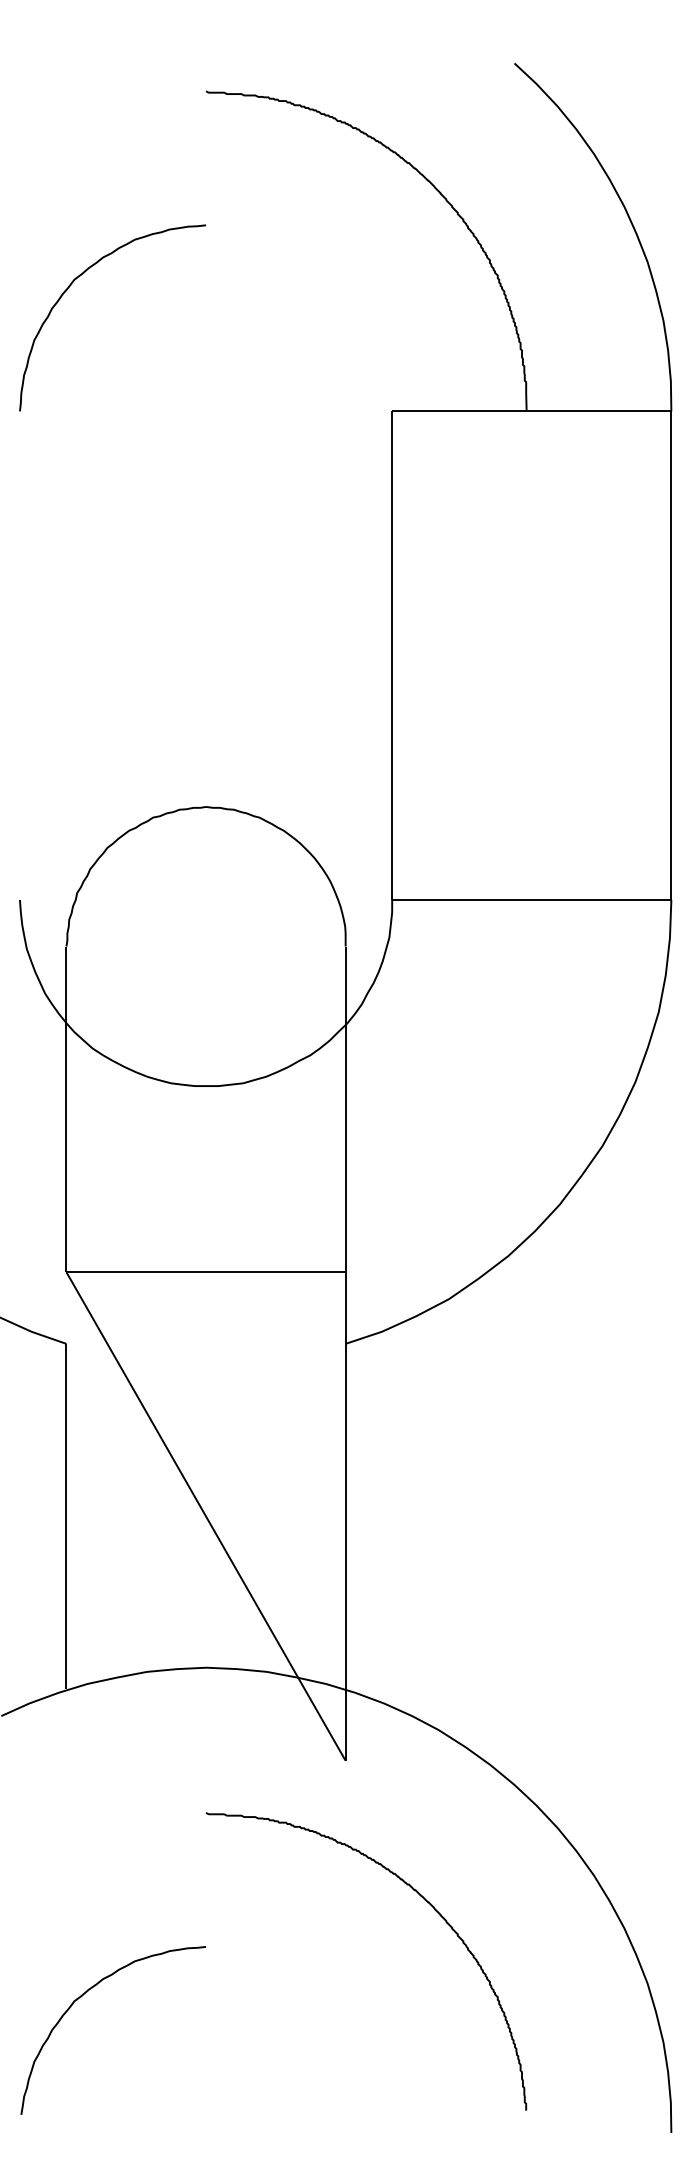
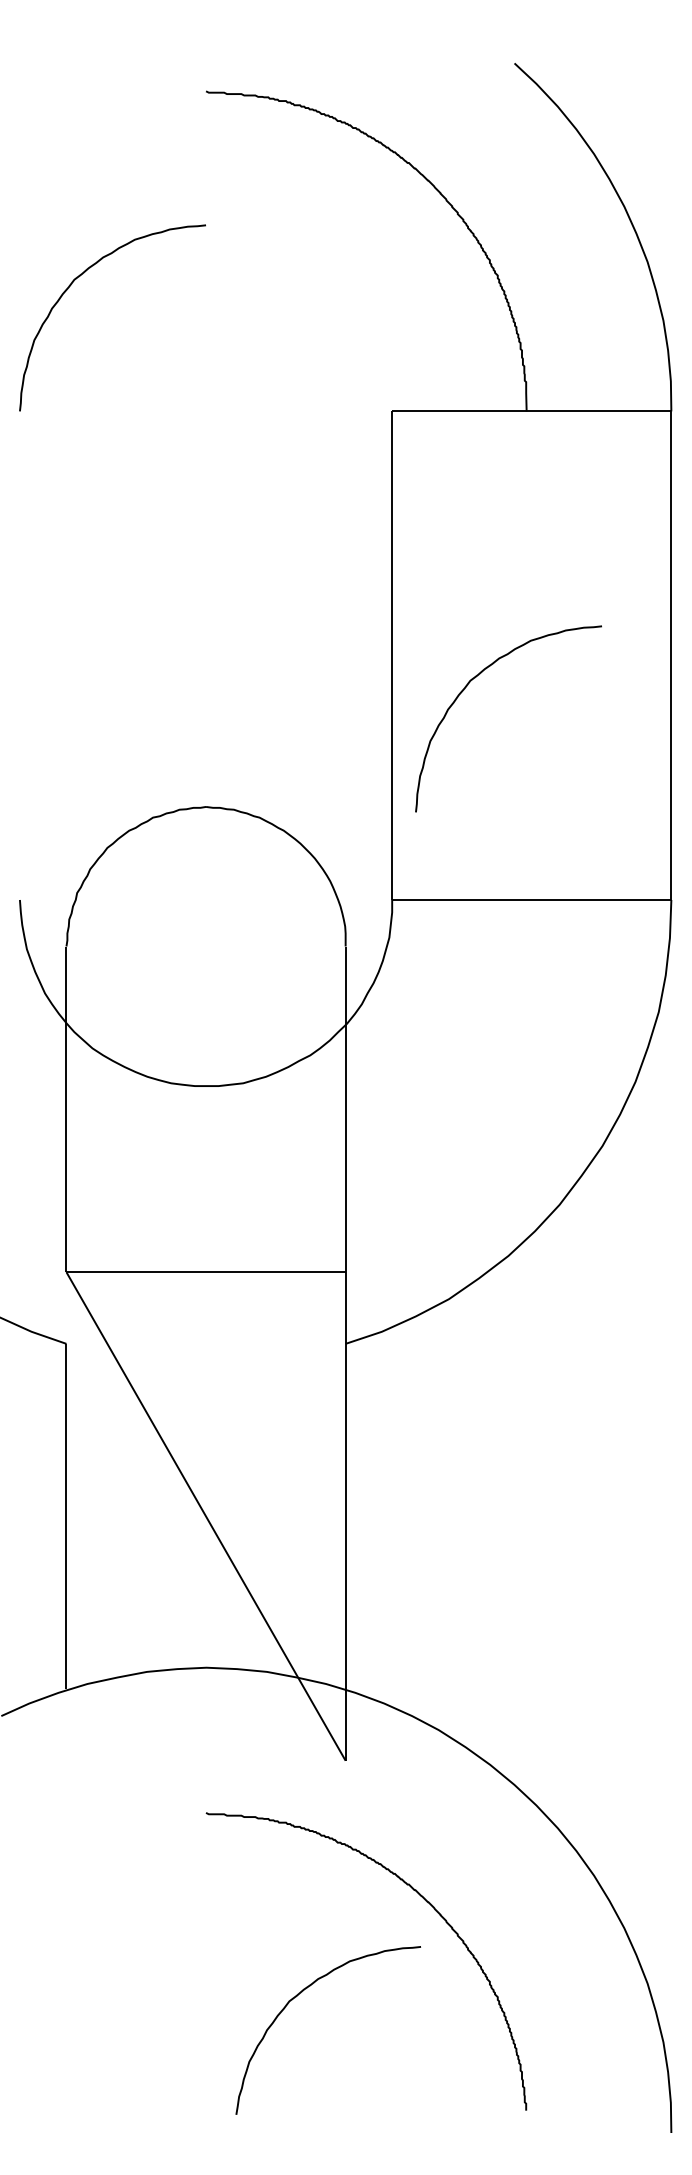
curve at (475, 678): none -> present
curve at (81, 1997) position: (81, 1997) -> (296, 1997)
